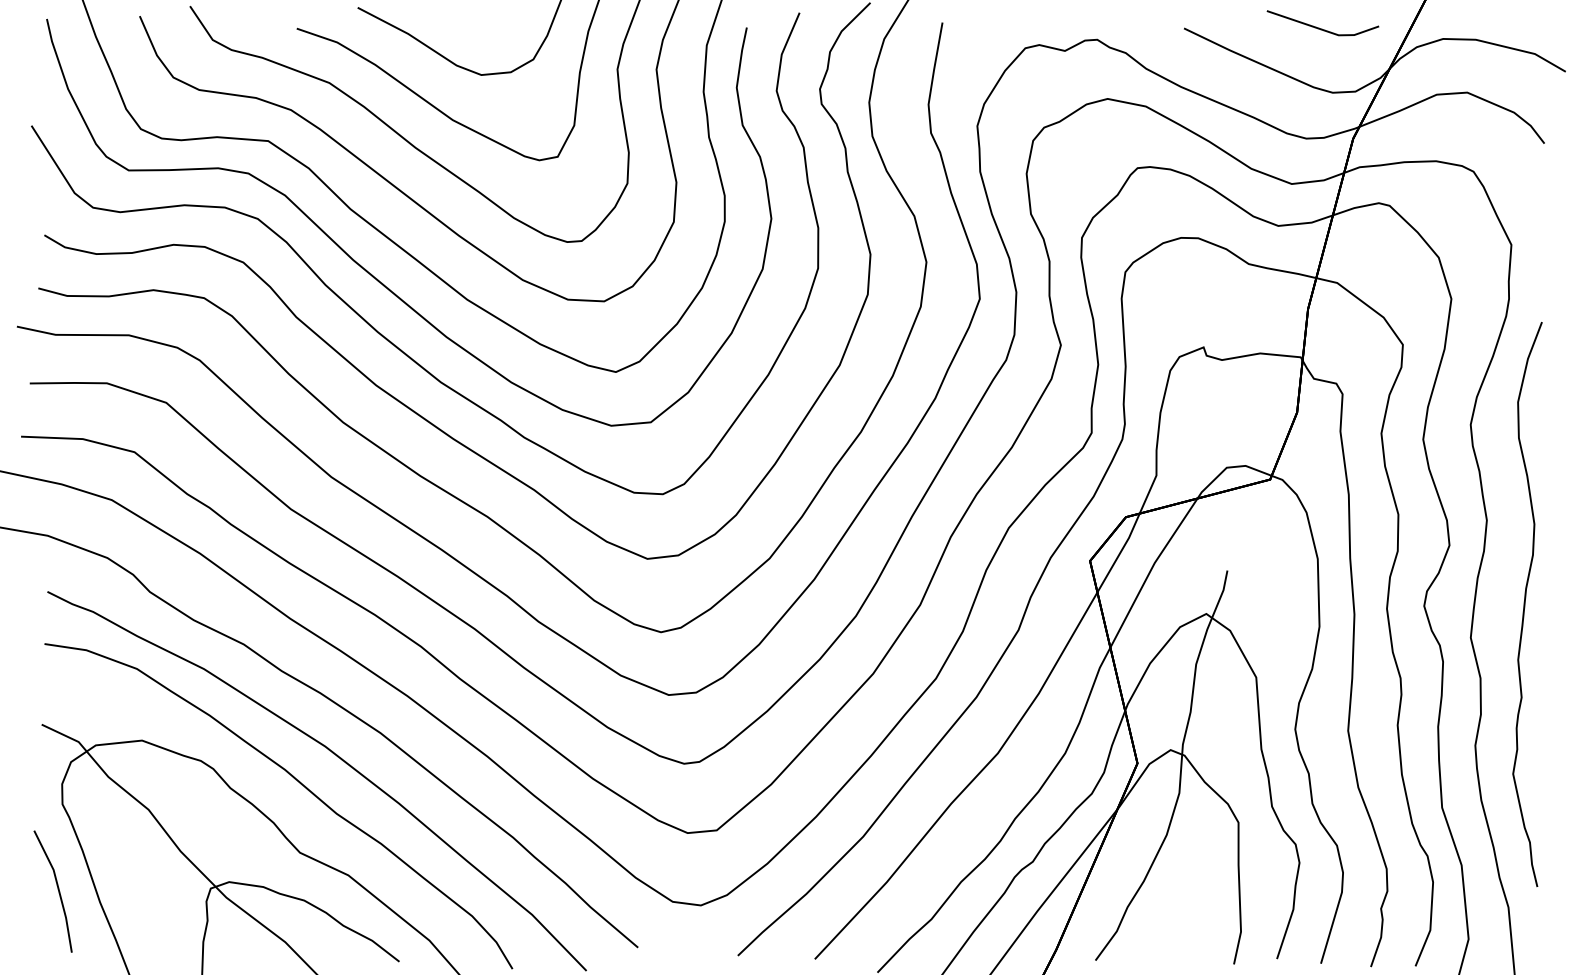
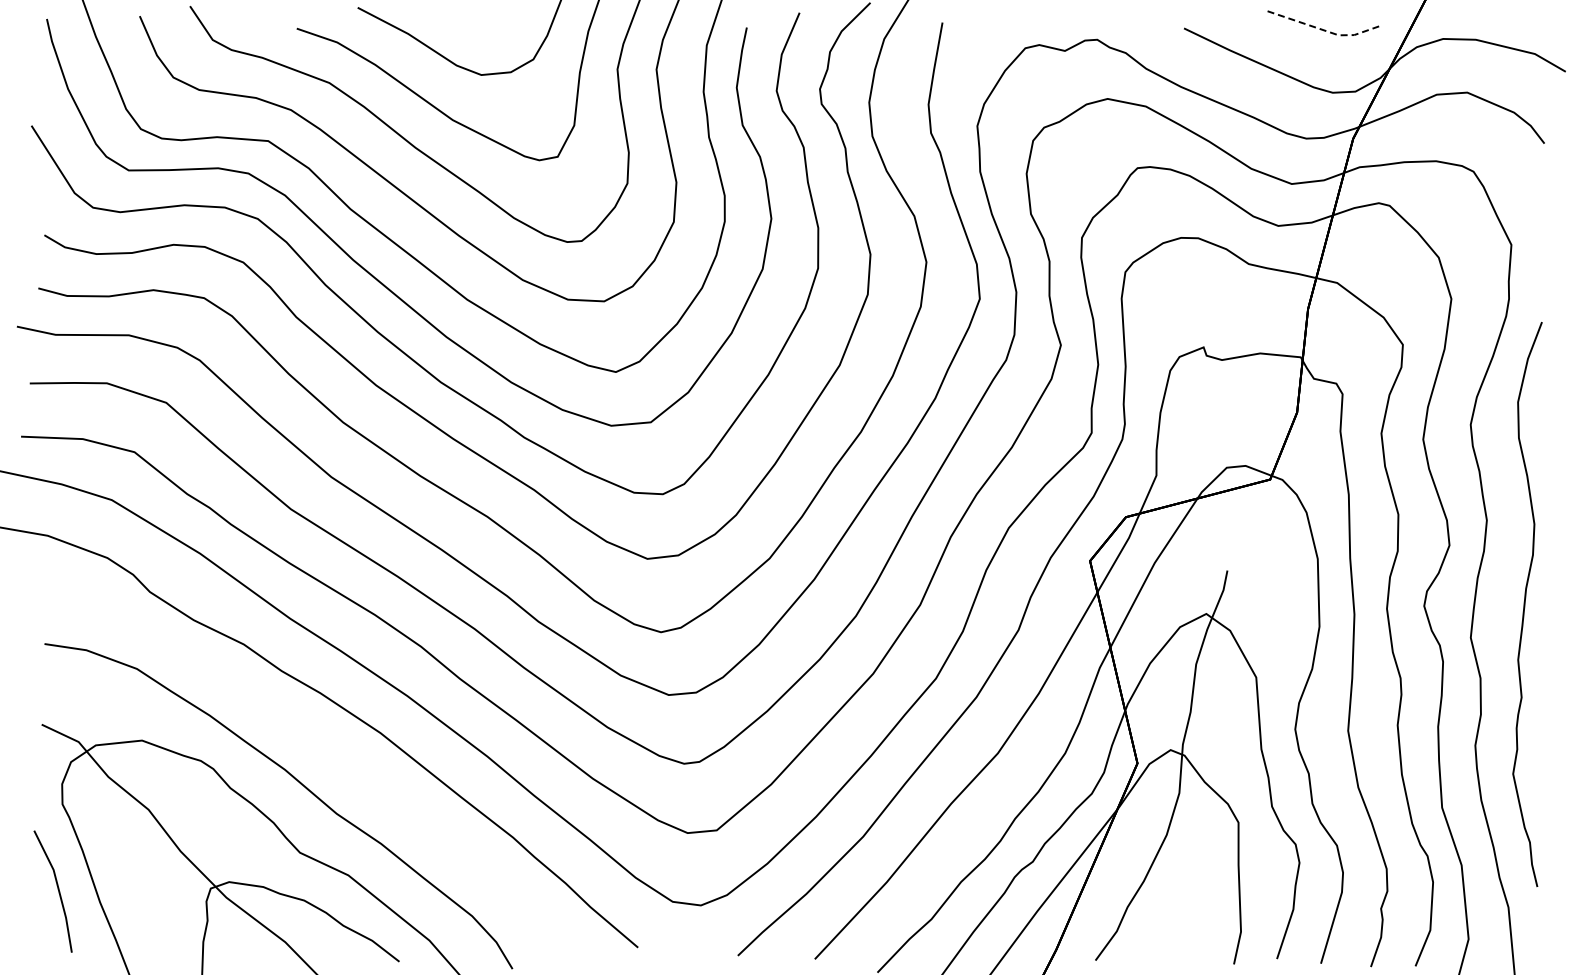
line at (1323, 30): solid -> dashed
curve at (337, 757): present -> none
